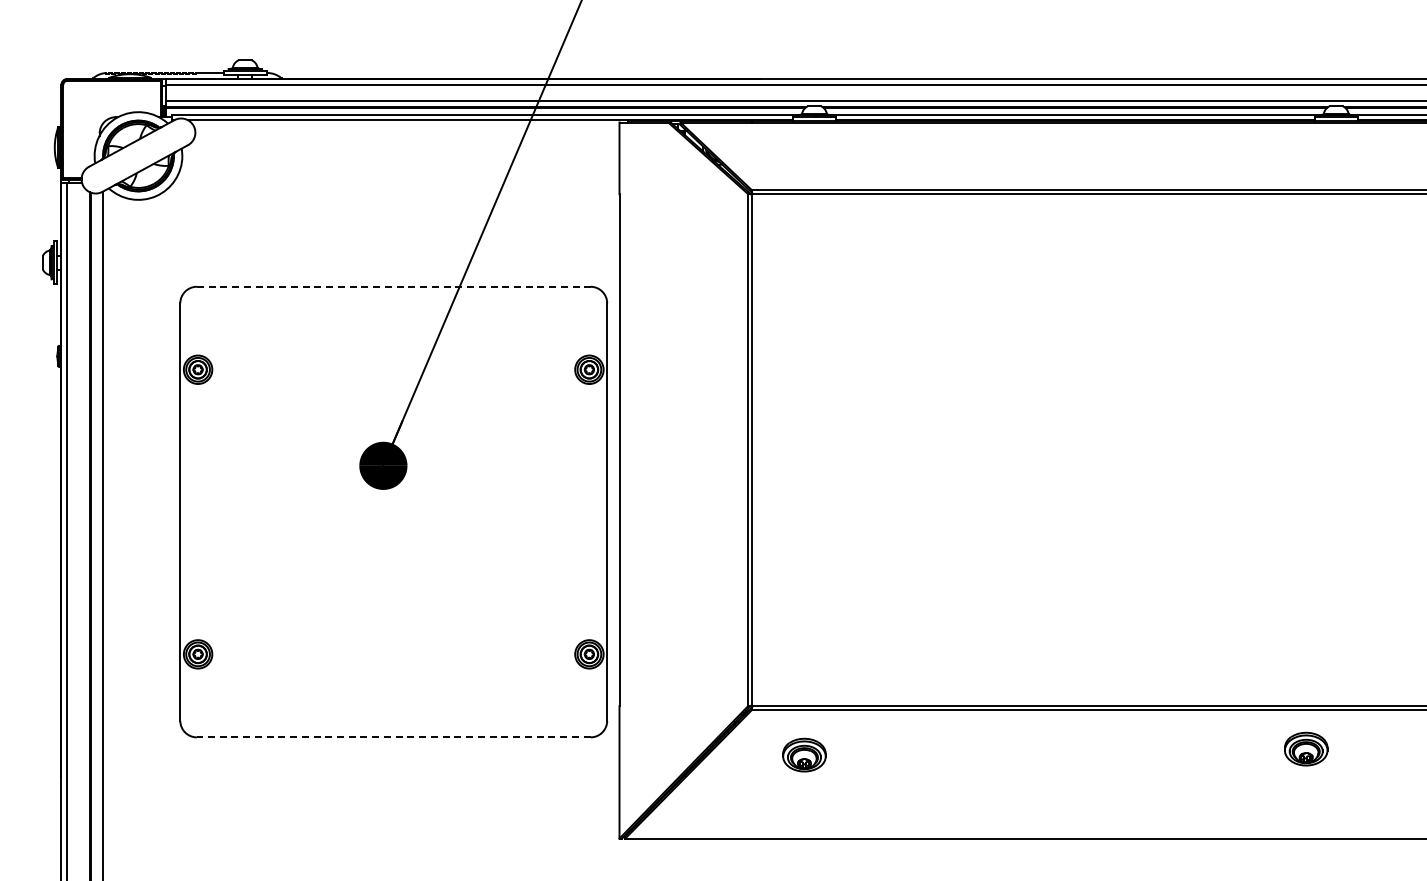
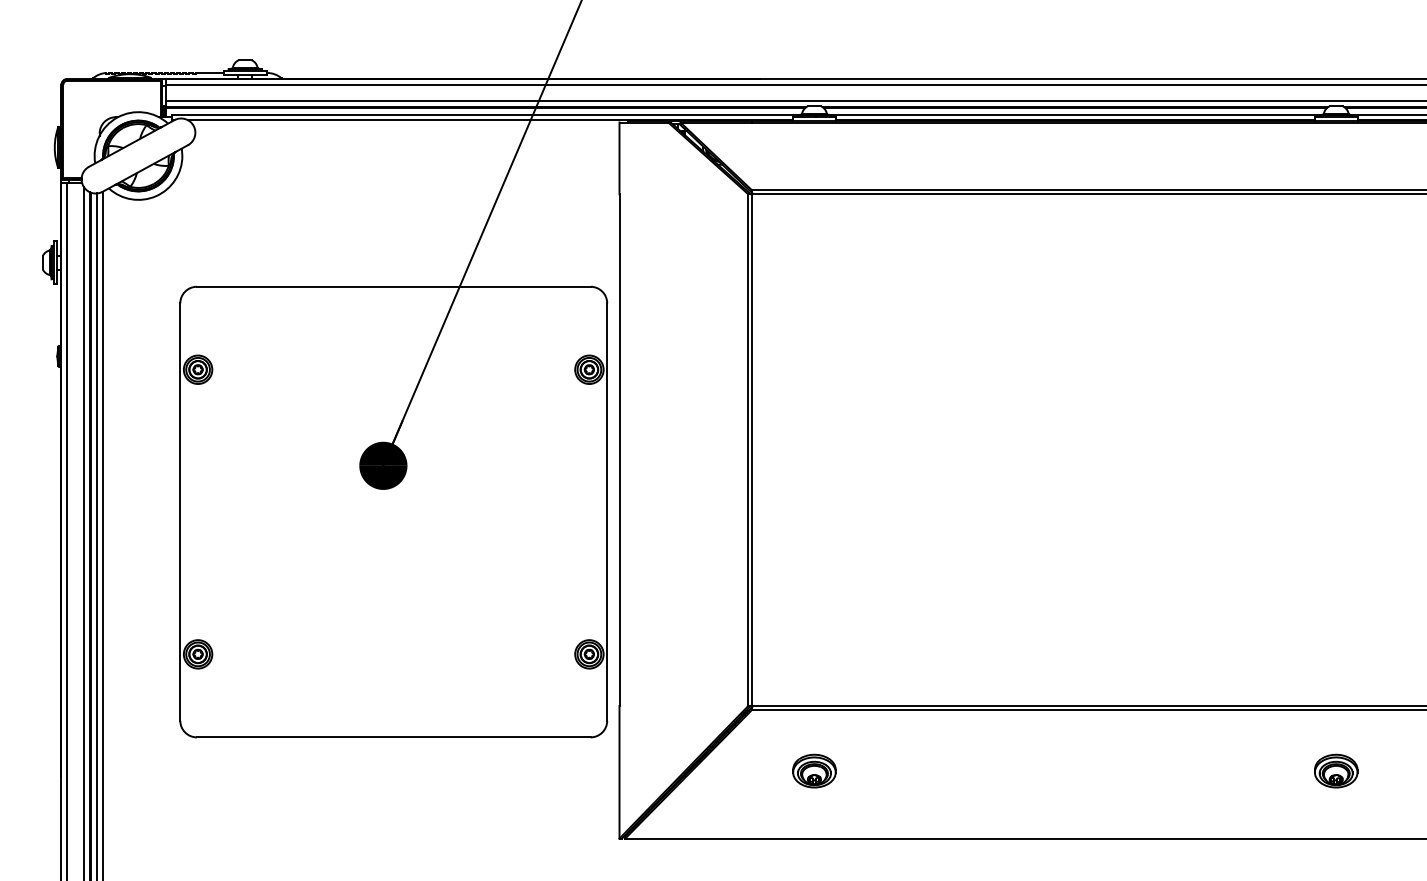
line at (393, 286): dashed -> solid
line at (83, 532): none -> present
line at (96, 535): none -> present
line at (393, 737): dashed -> solid
part at (1306, 748) position: (1306, 748) -> (1336, 770)
part at (804, 754) position: (804, 754) -> (814, 770)
